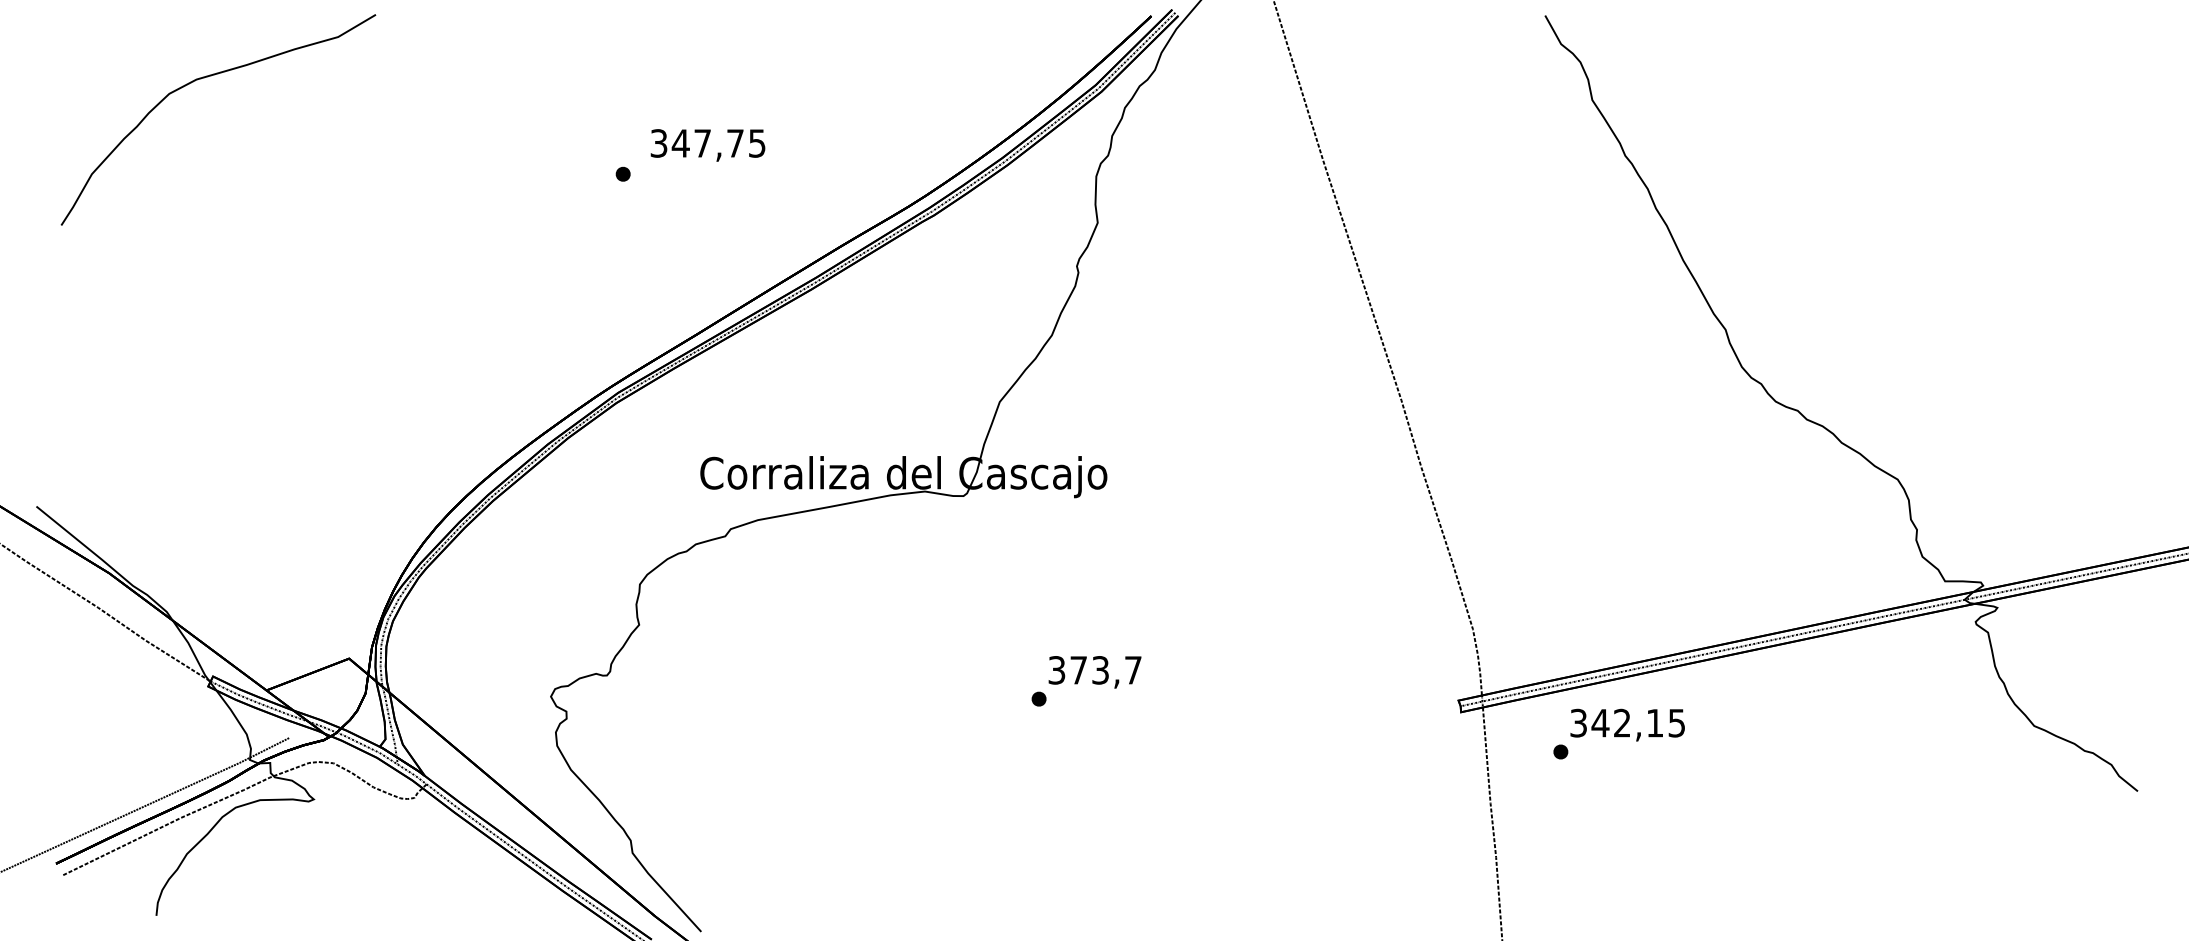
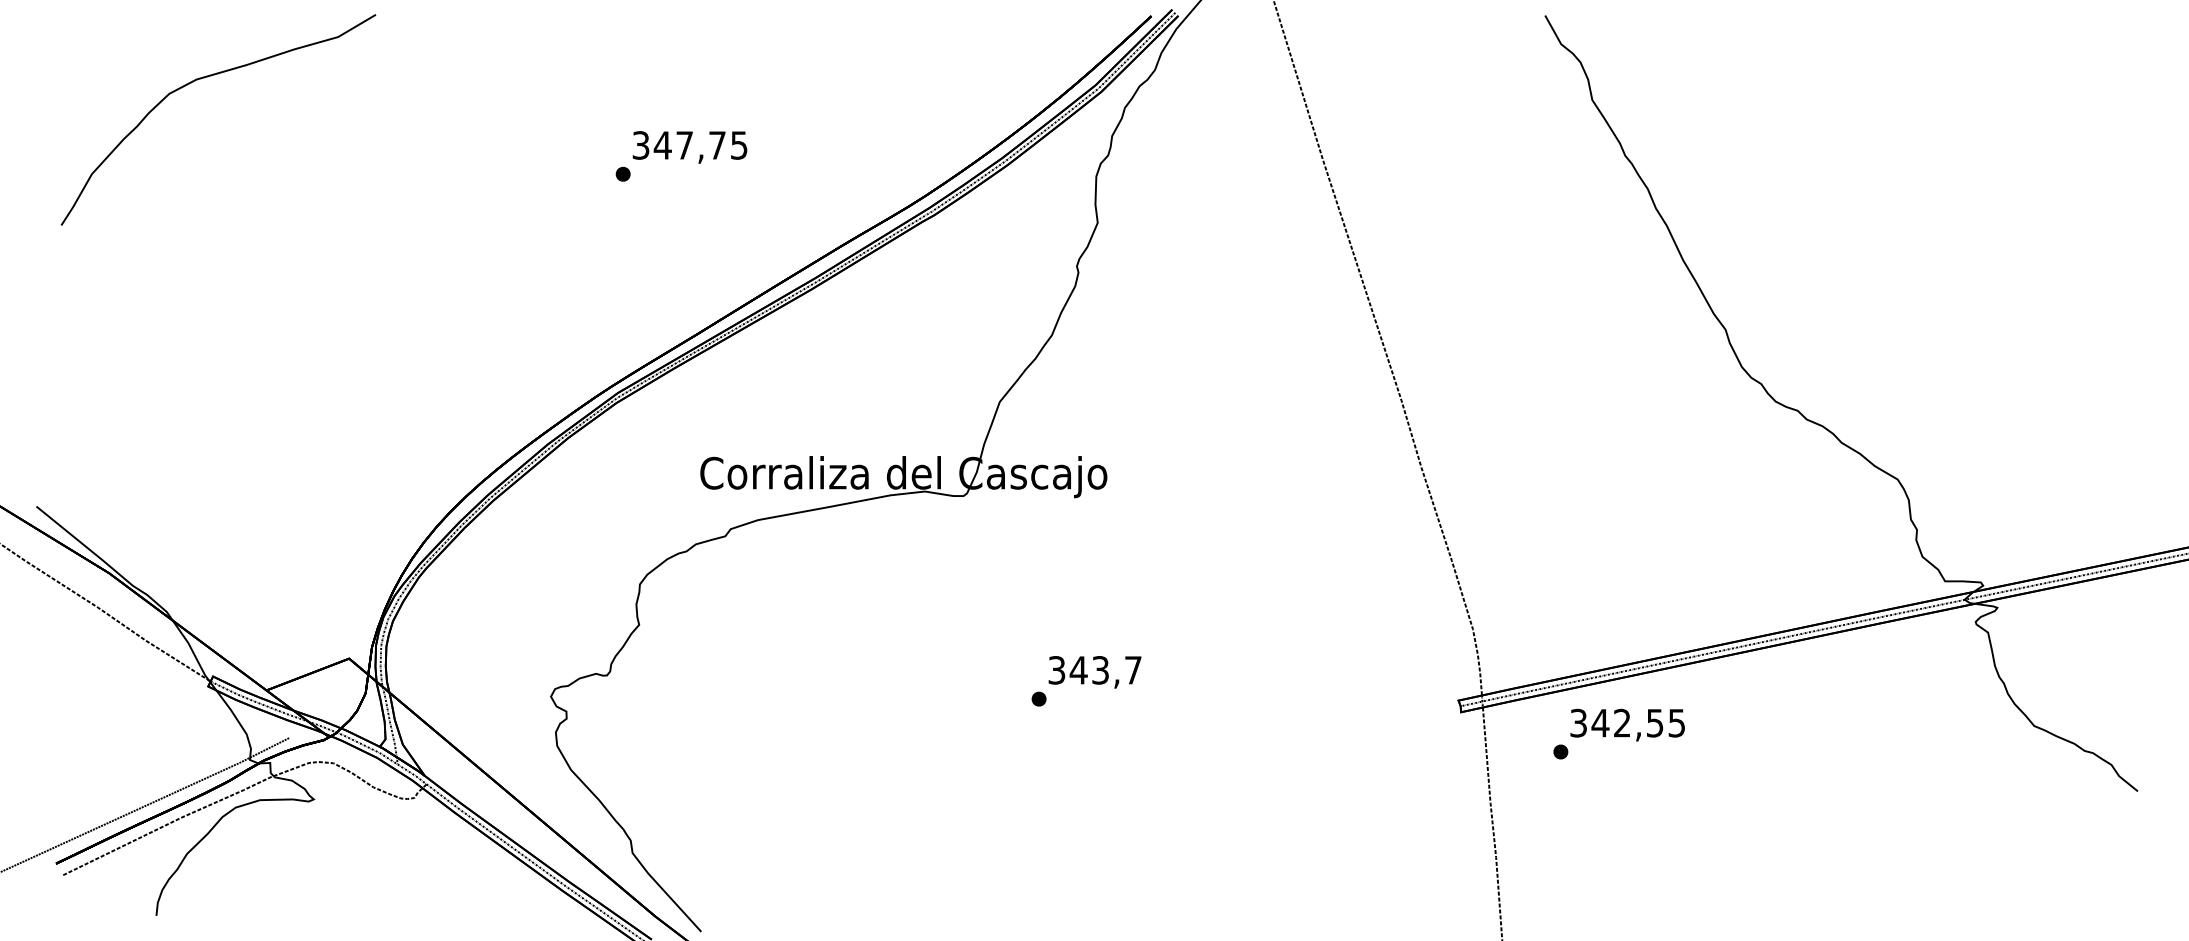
text at (707, 145) position: (707, 145) -> (689, 147)
text at (1078, 670): 373,7 -> 343,7
text at (1655, 723): 342,15 -> 342,55
